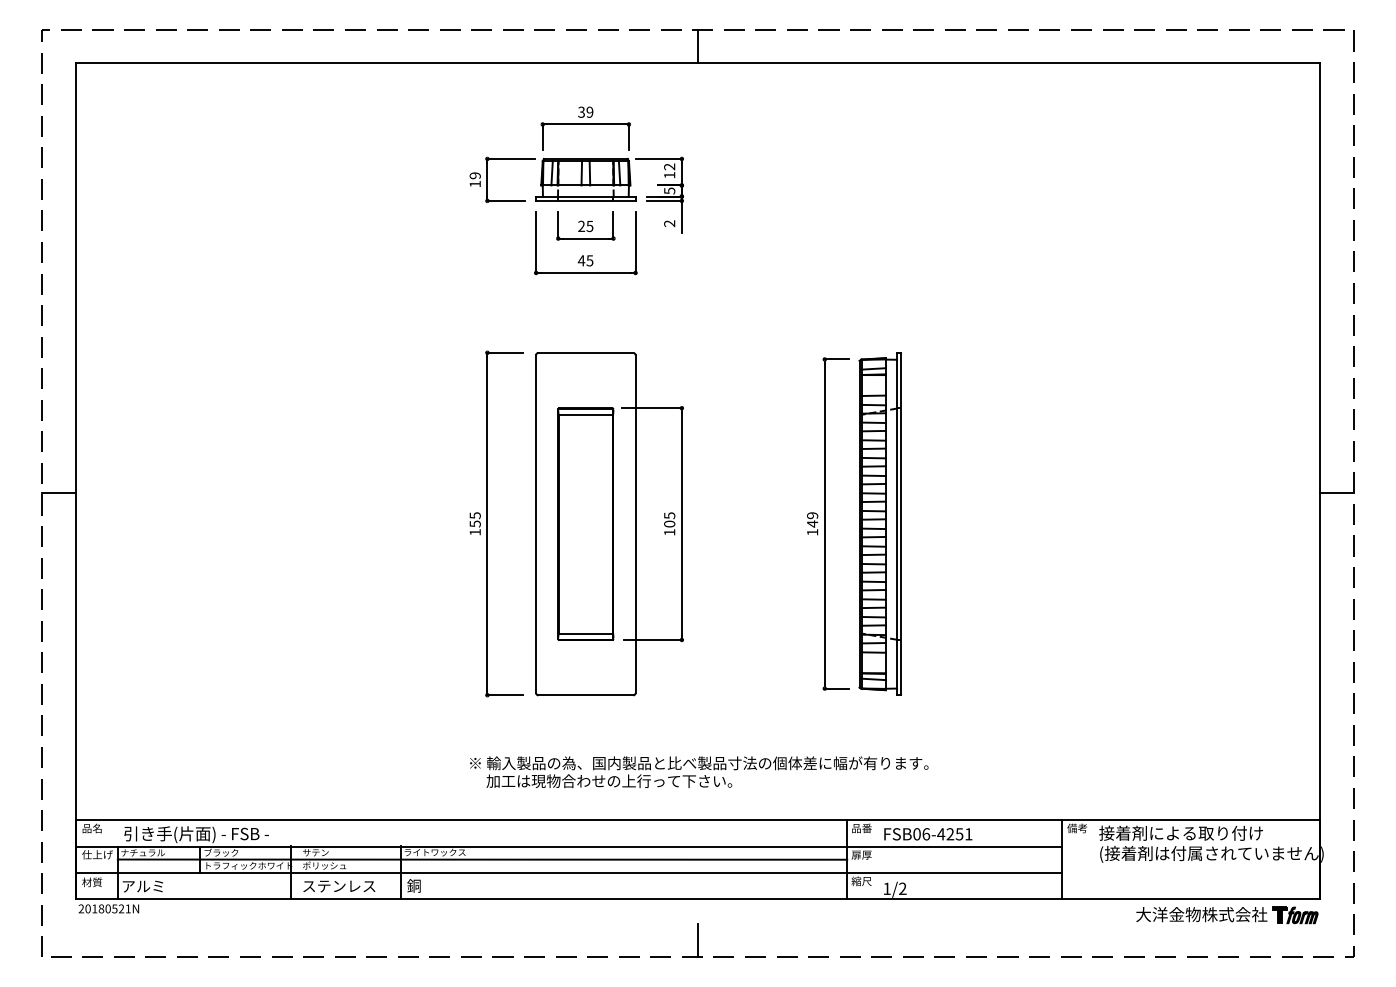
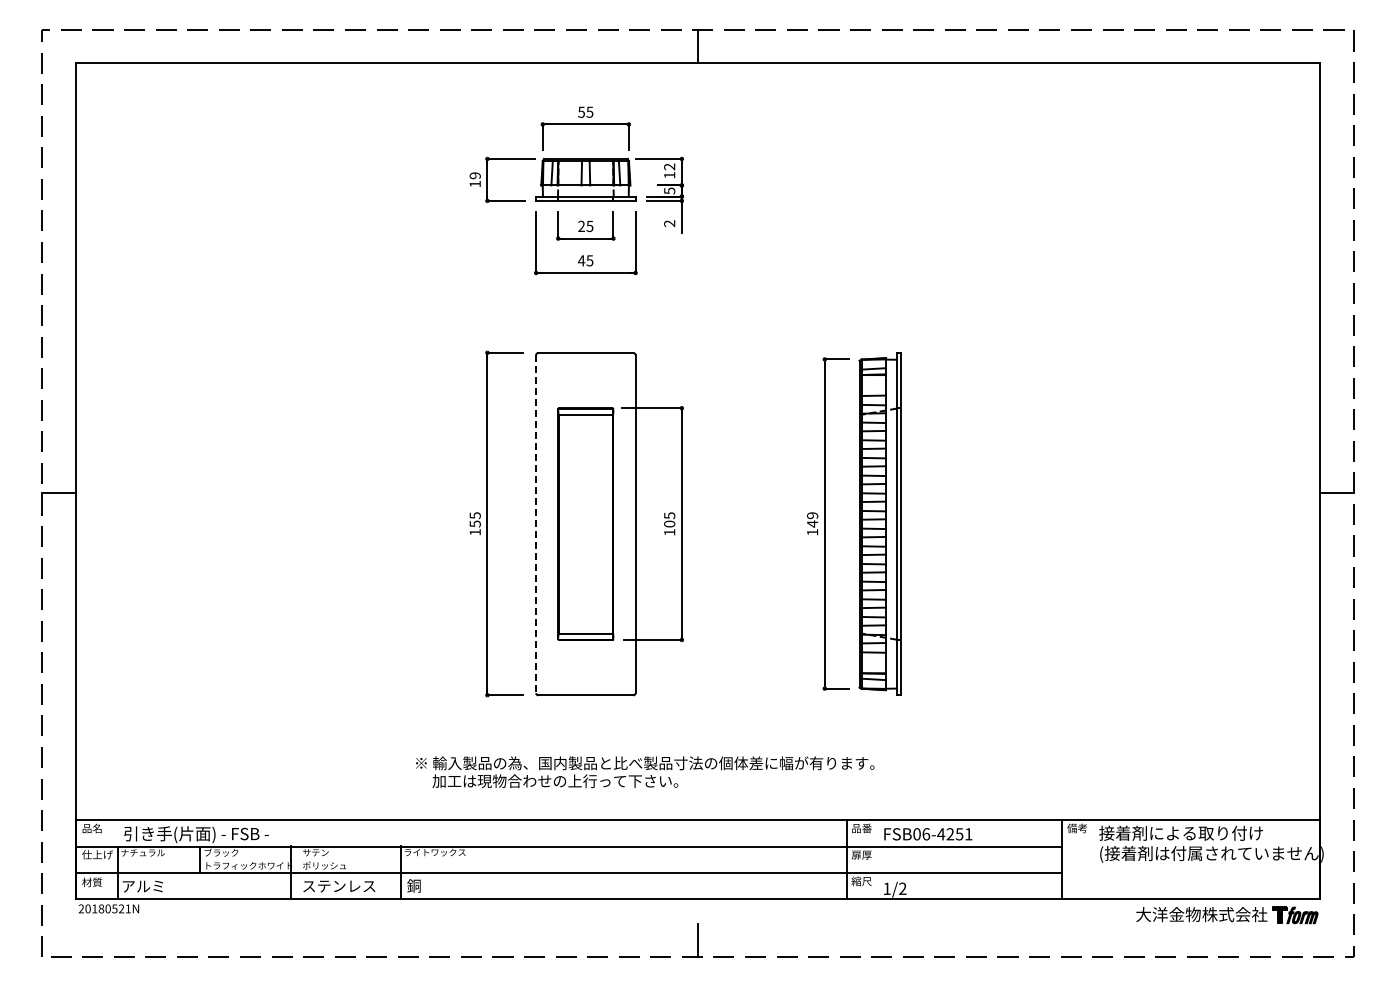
text at (585, 111): 39 -> 55
line at (536, 524): solid -> dashed
text at (699, 771) position: (699, 771) -> (645, 771)
line at (482, 859): present -> none
